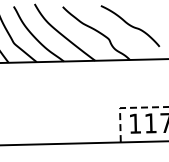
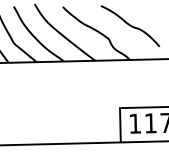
line at (125, 107): dashed -> solid
